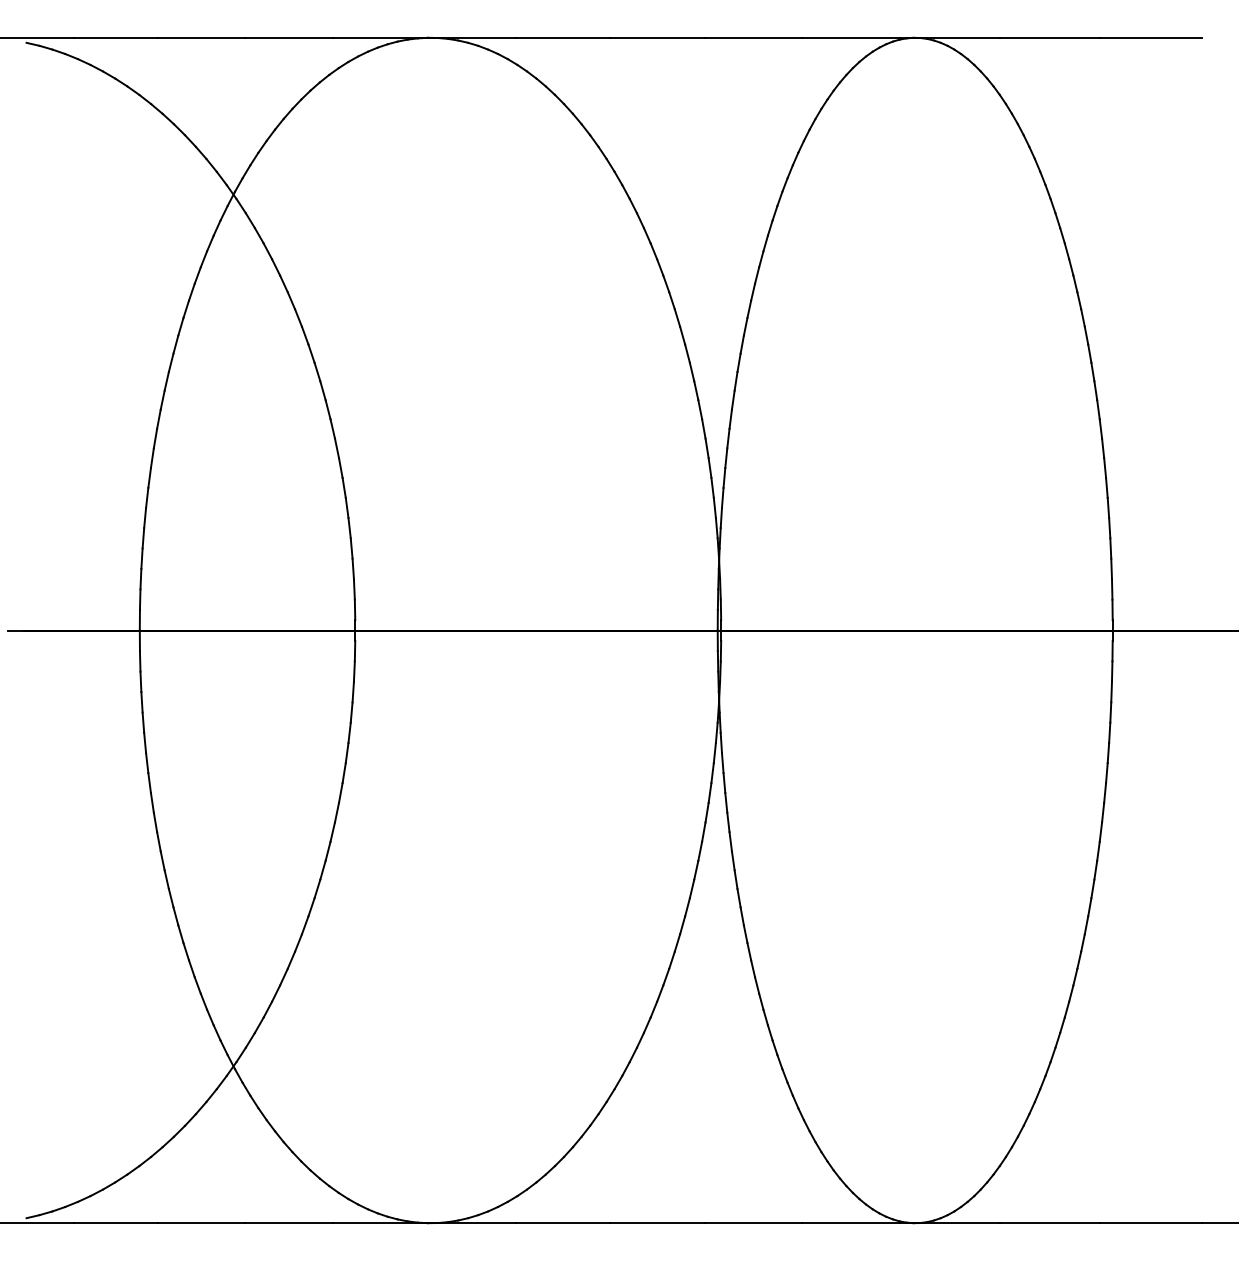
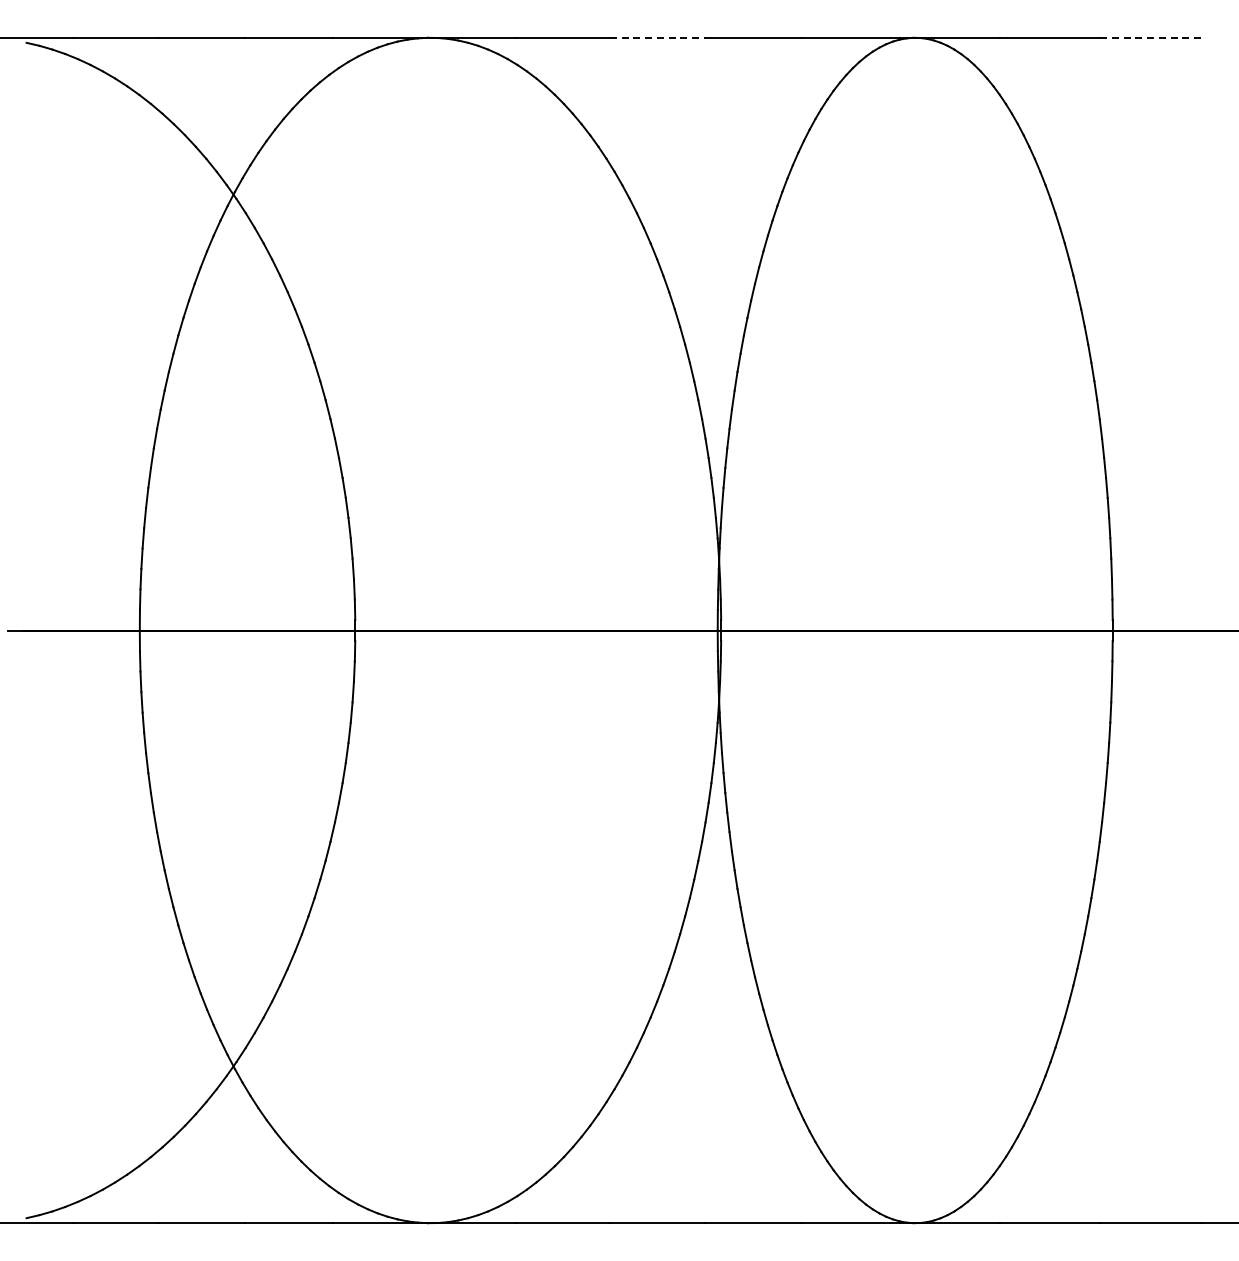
line at (657, 37): solid -> dashed
line at (1150, 37): solid -> dashed
